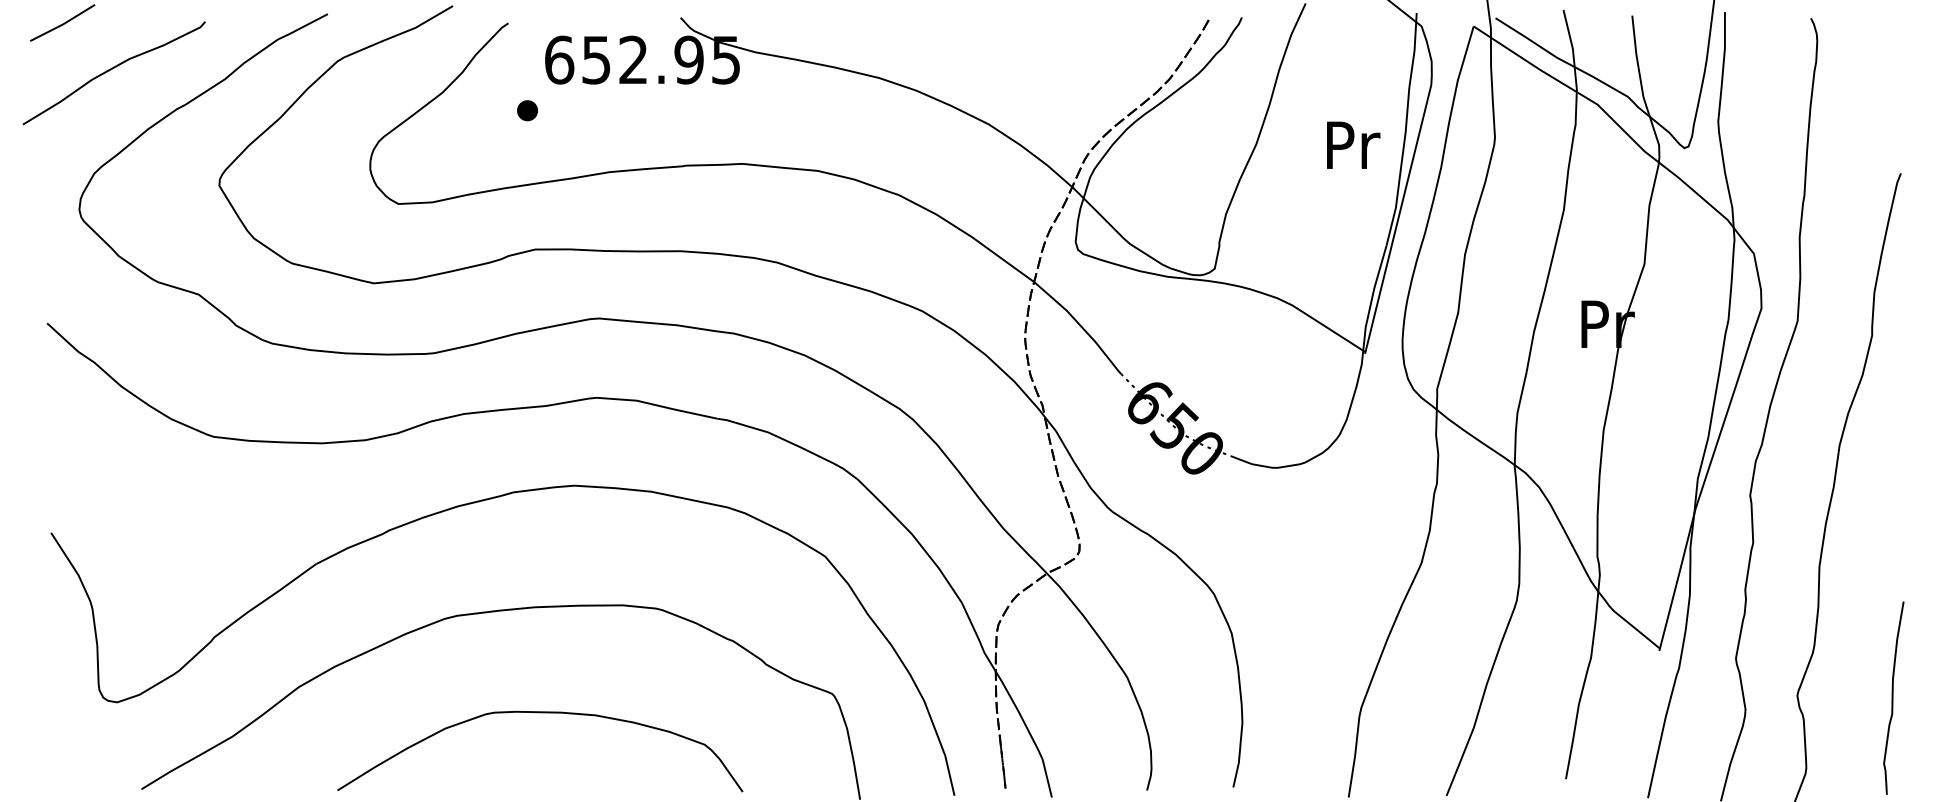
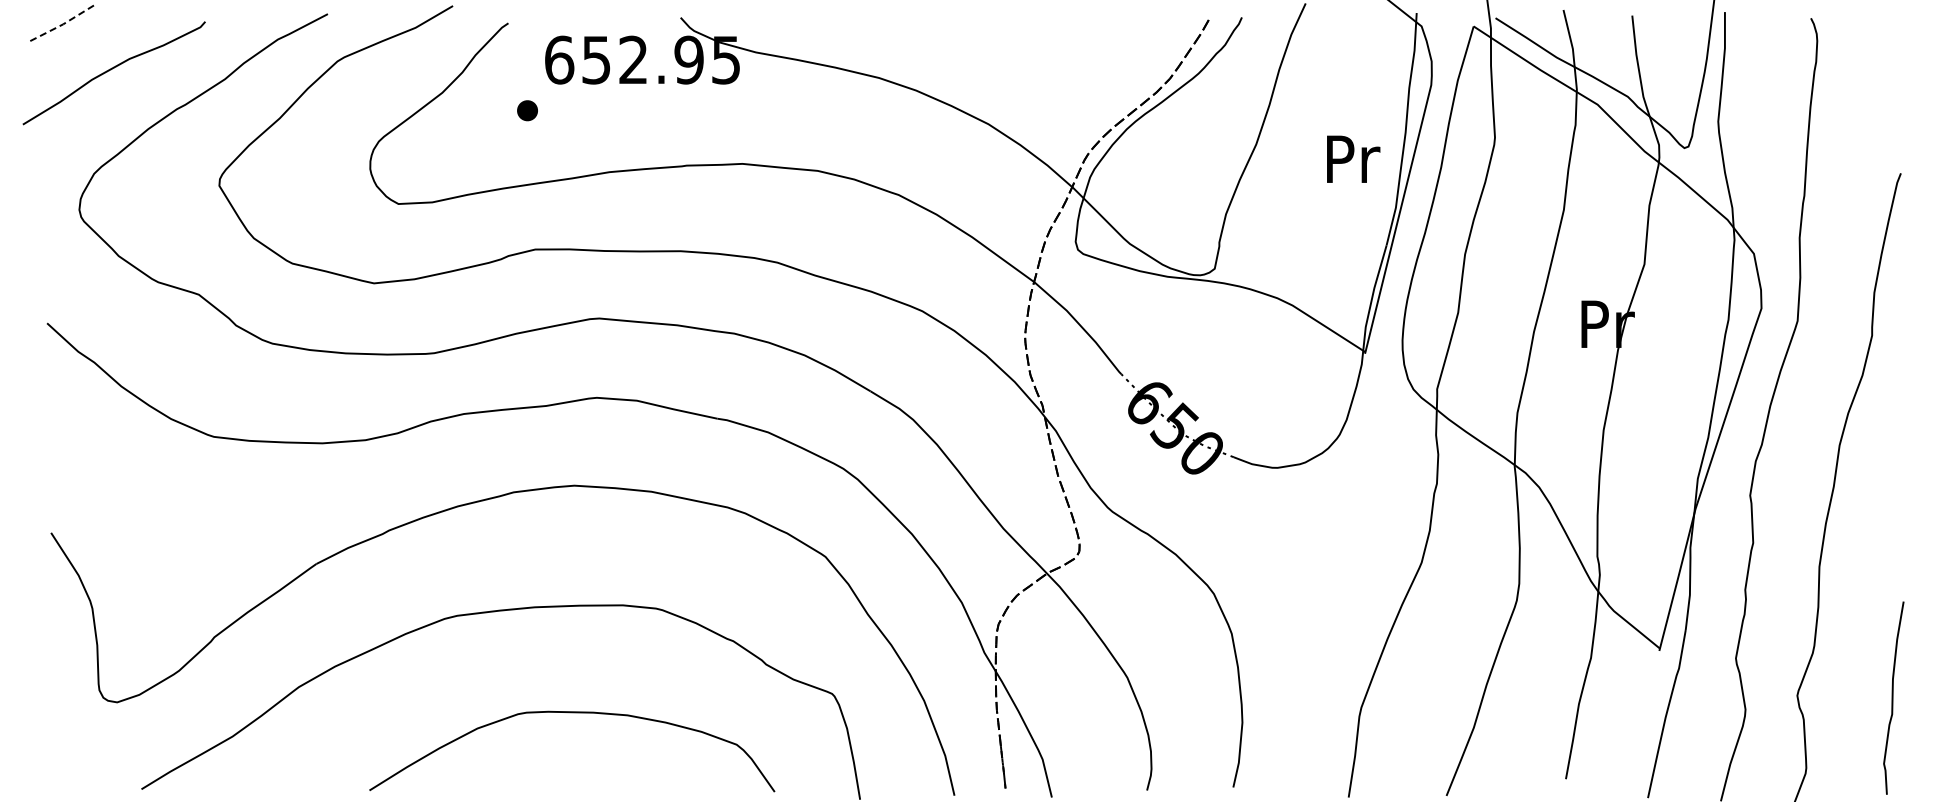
line at (63, 24): solid -> dashed
text at (1353, 144) position: (1353, 144) -> (1353, 158)
curve at (540, 713) position: (540, 713) -> (572, 713)
